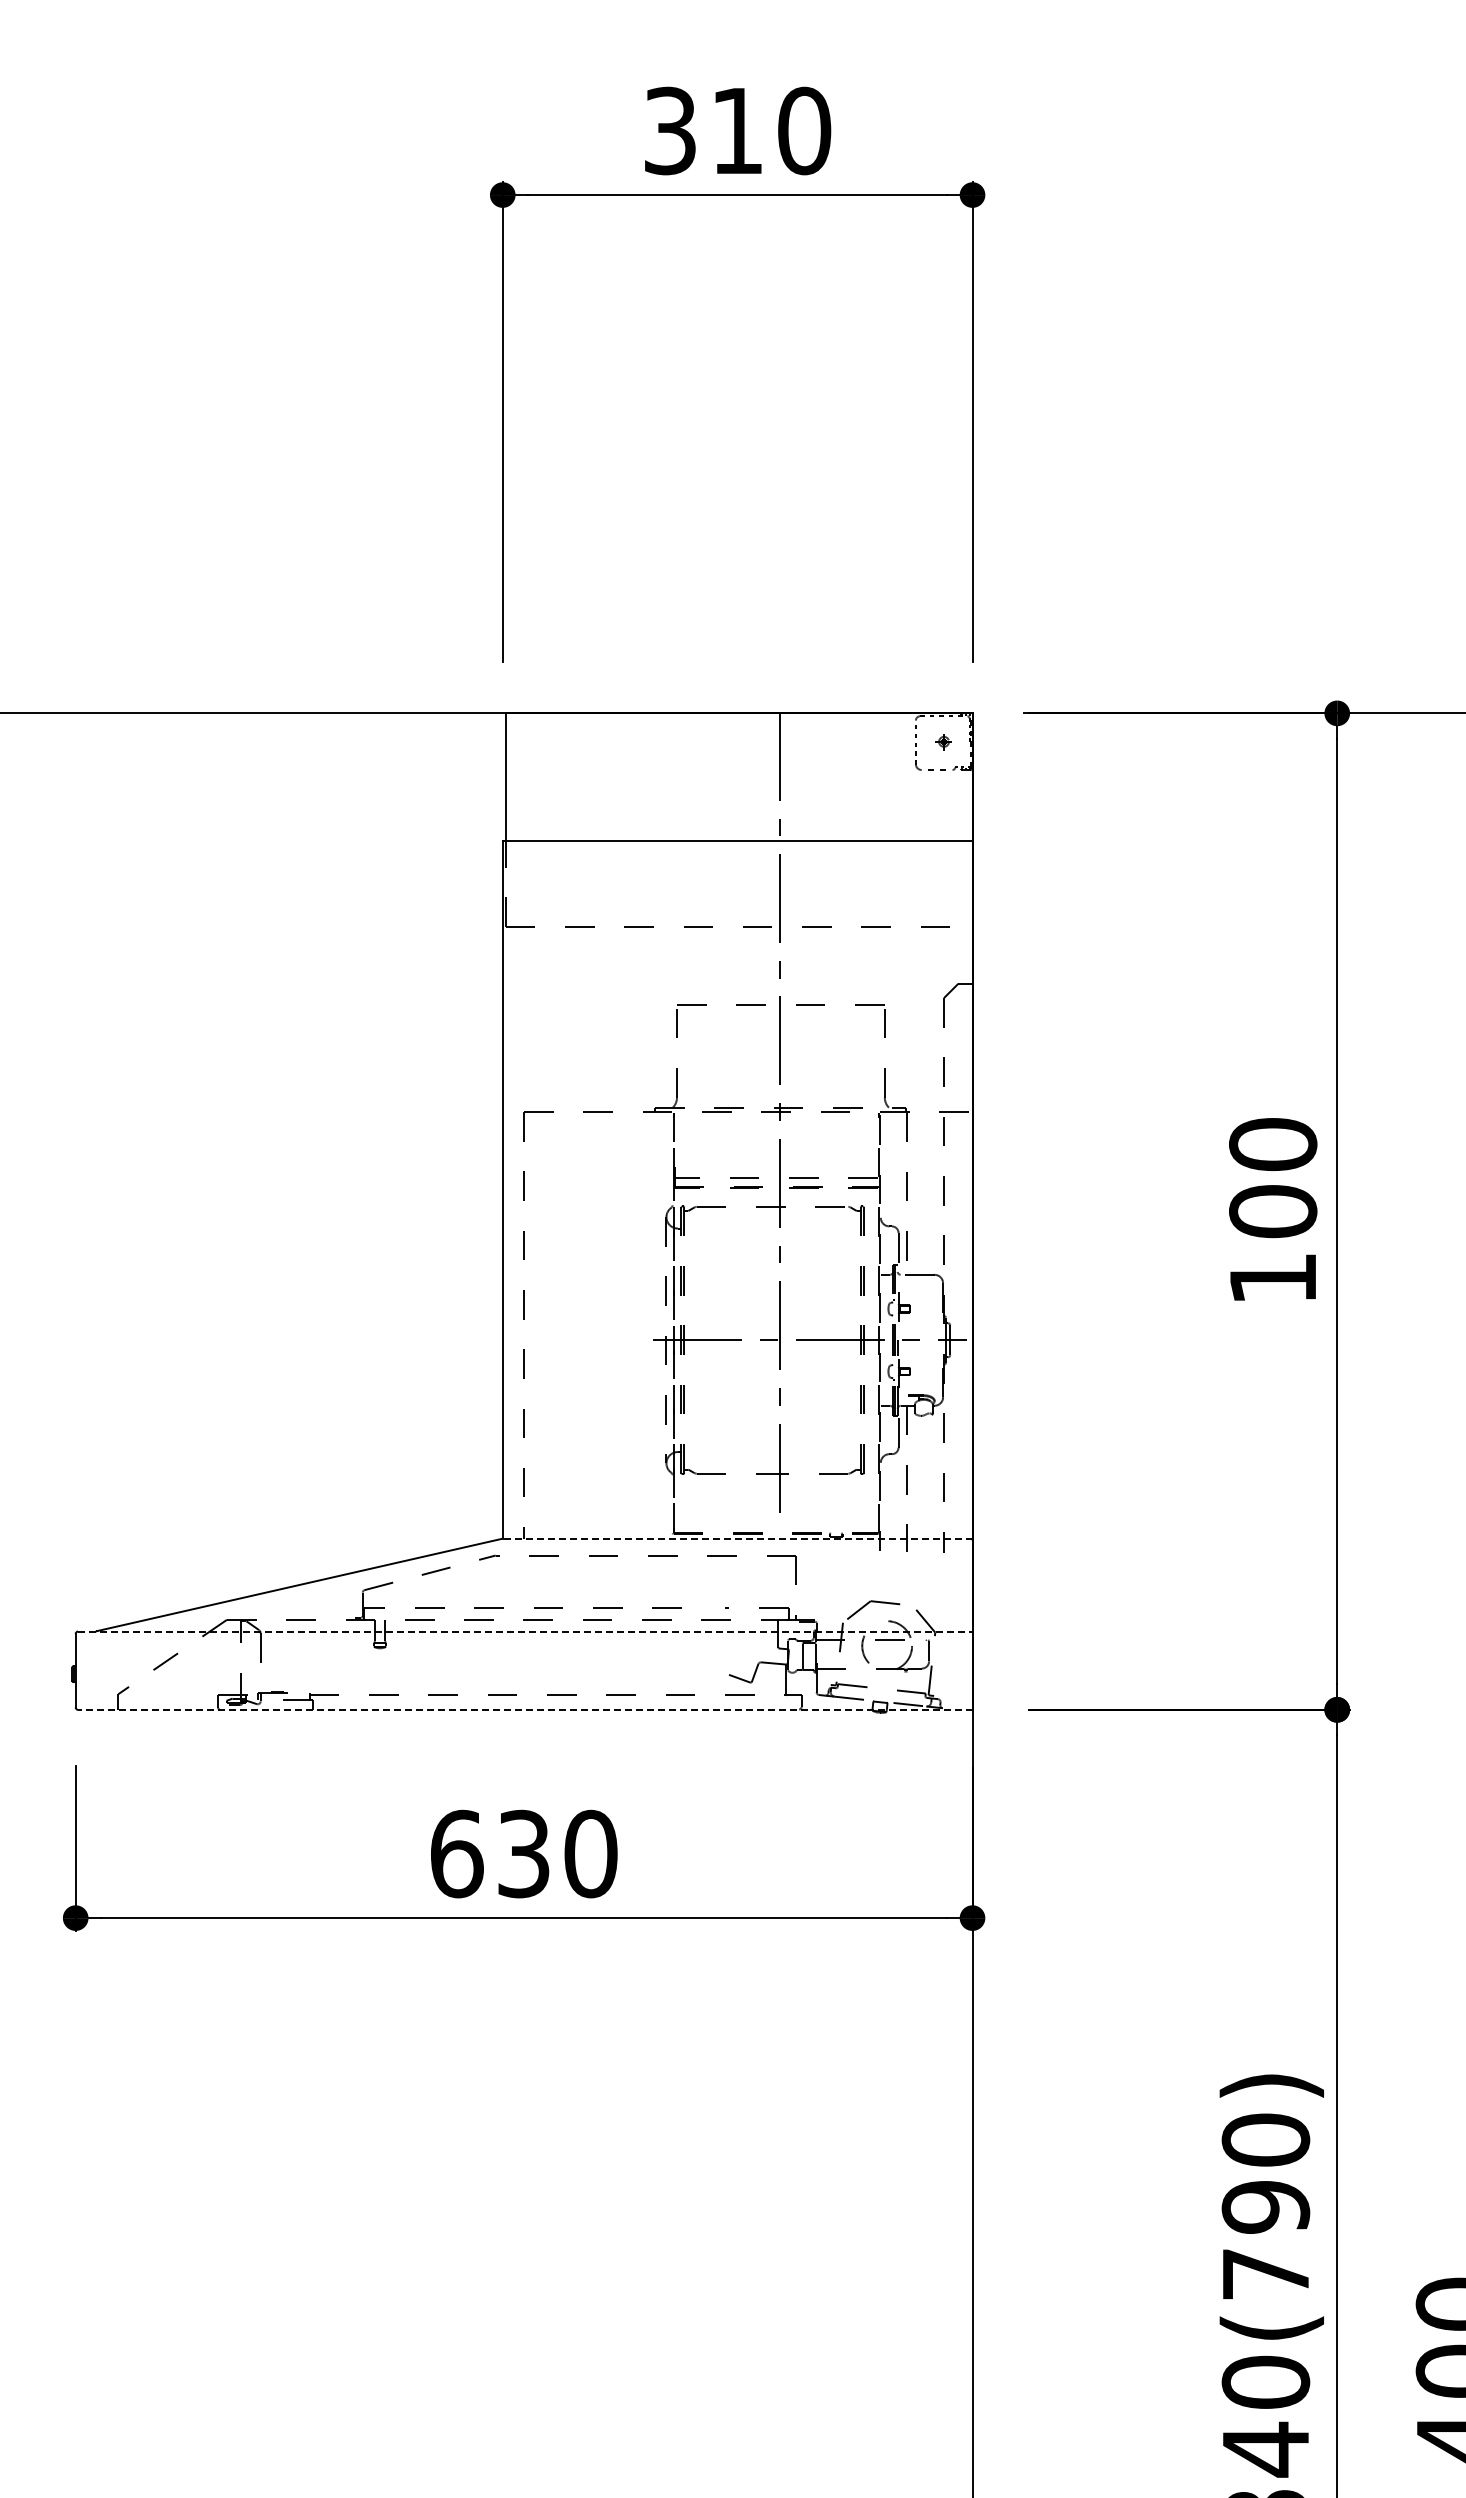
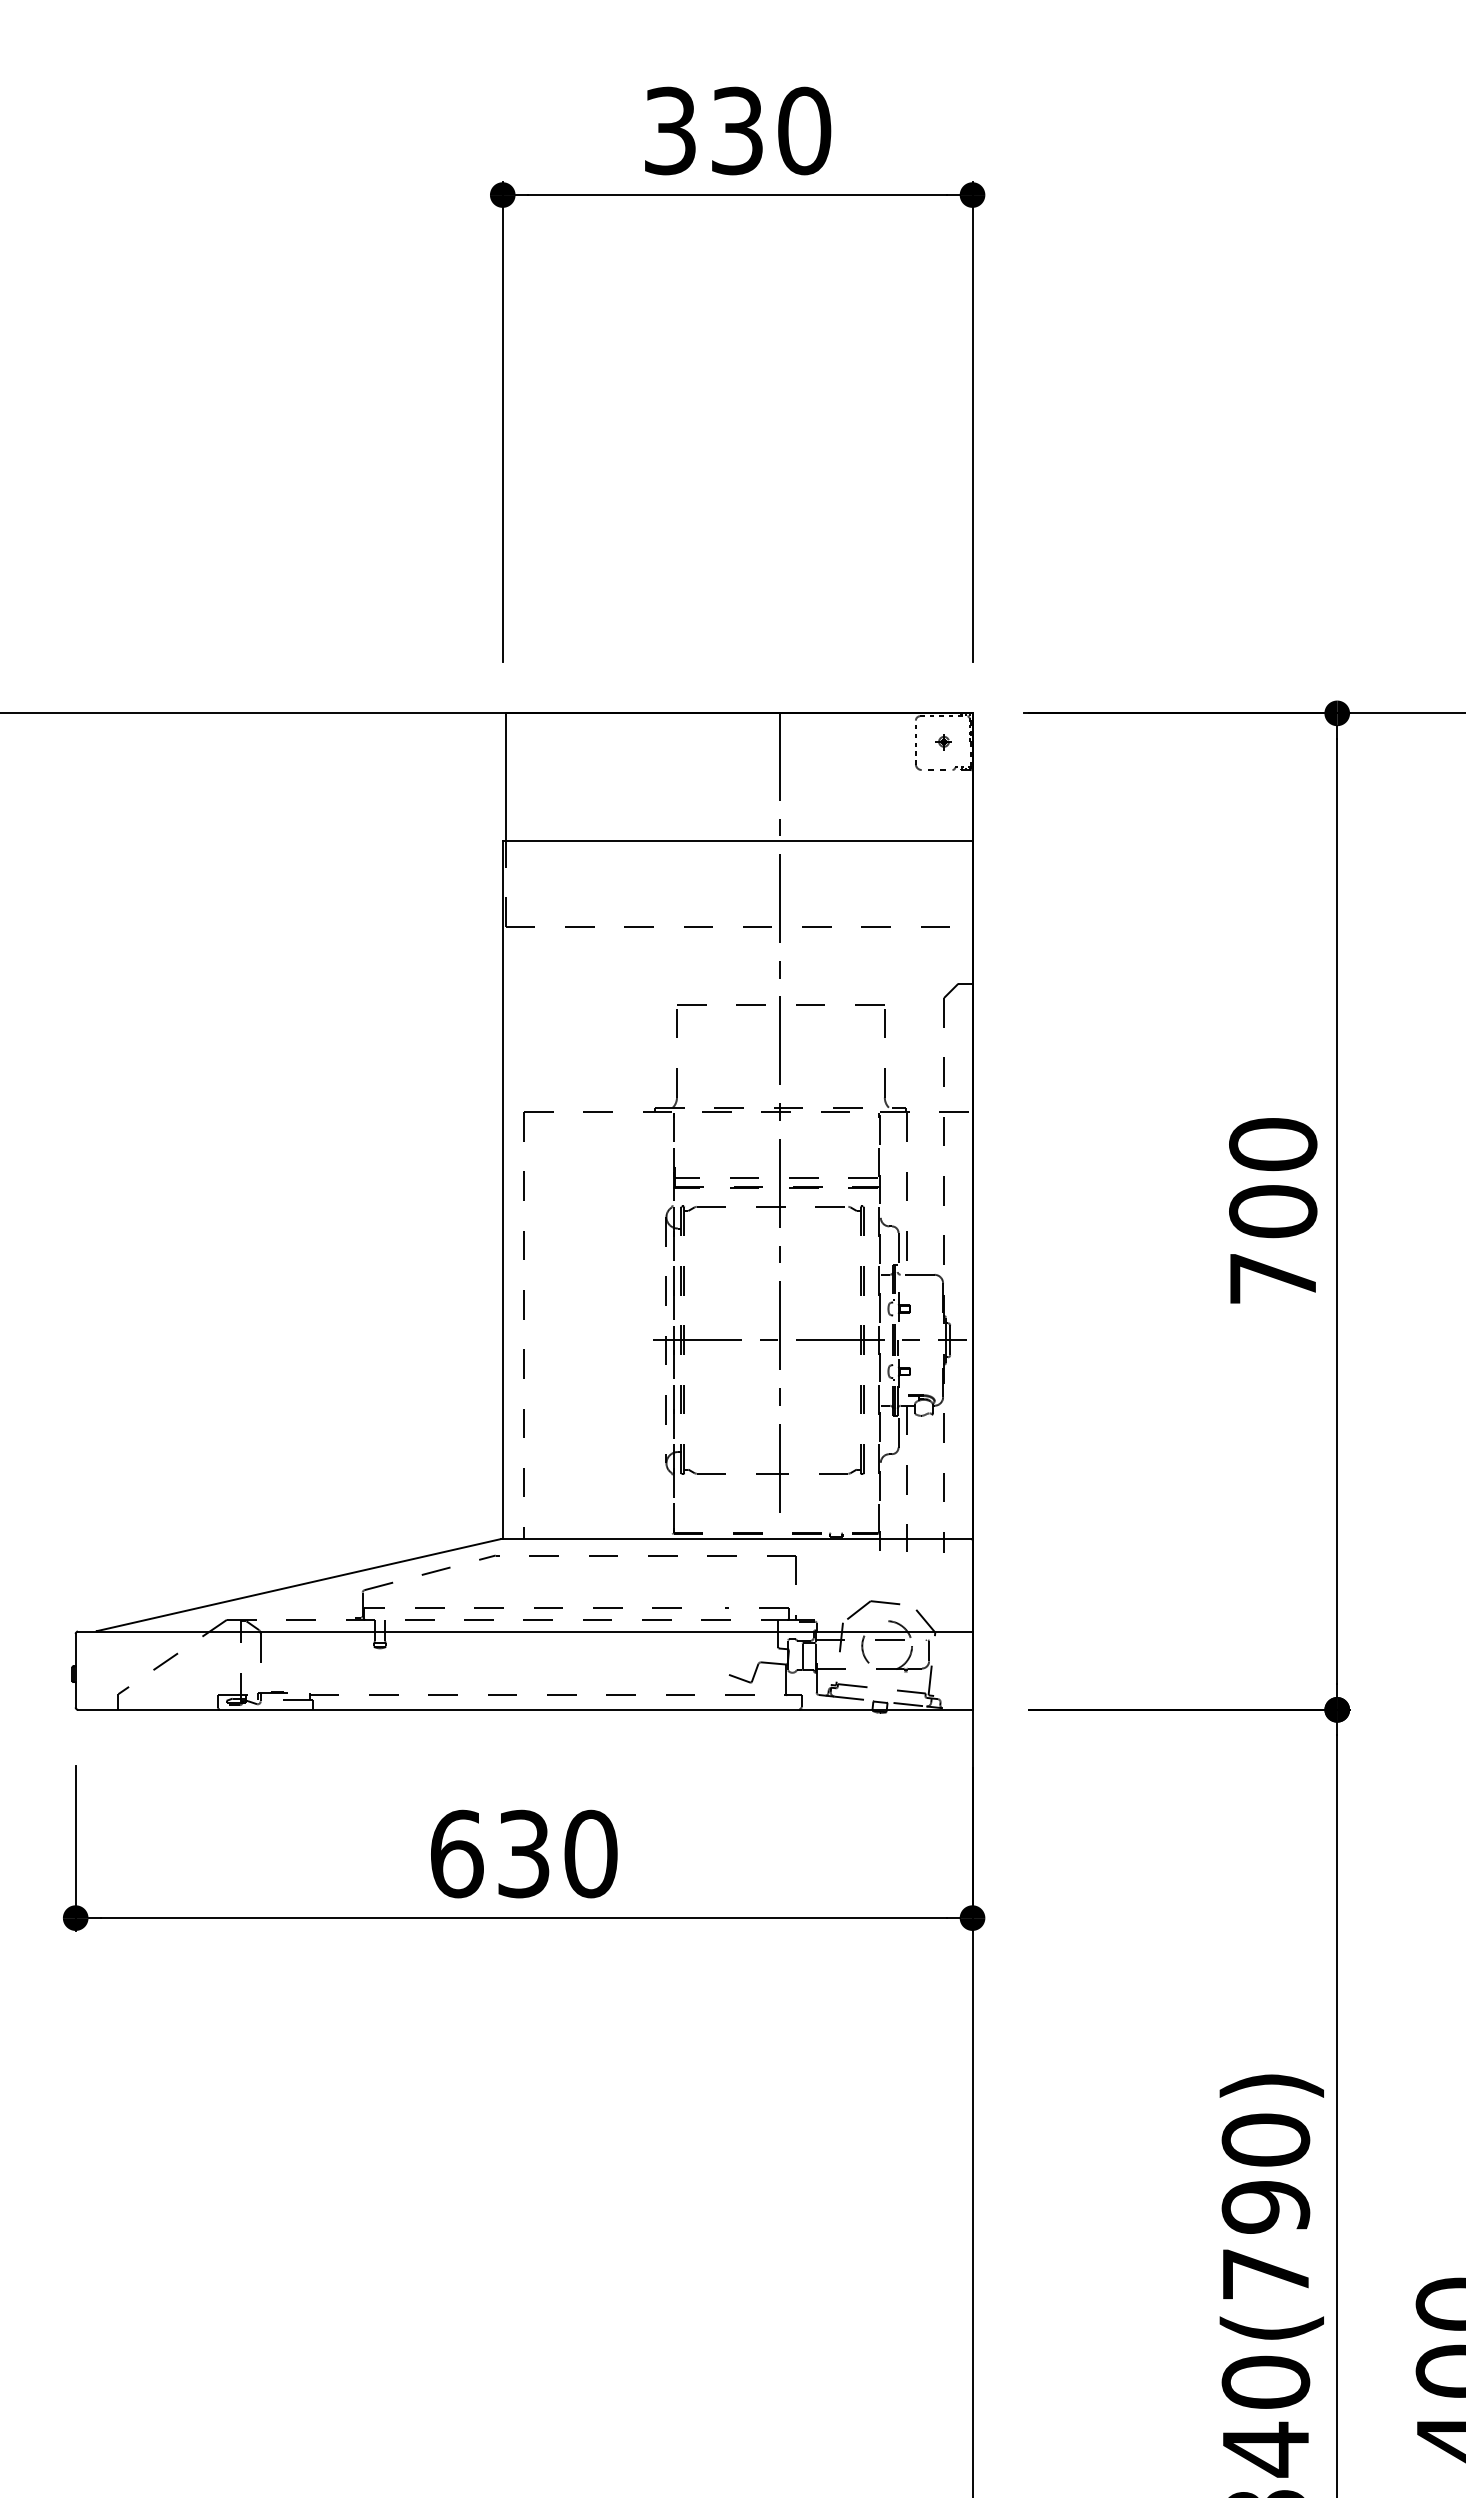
text at (737, 130): 310 -> 330
text at (1272, 1278): 100 -> 700
line at (736, 1539): dashed -> solid
line at (525, 1631): dashed -> solid
line at (524, 1709): dashed -> solid
